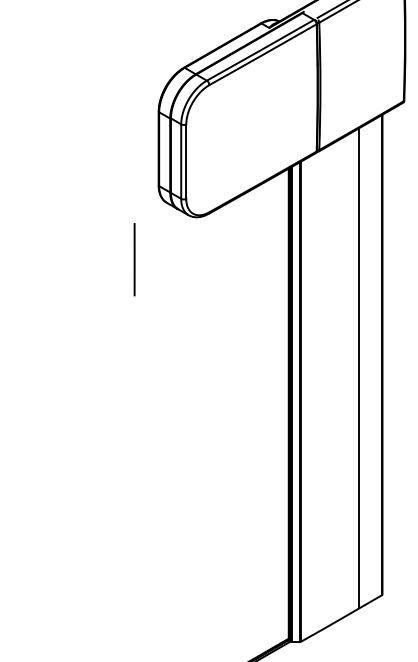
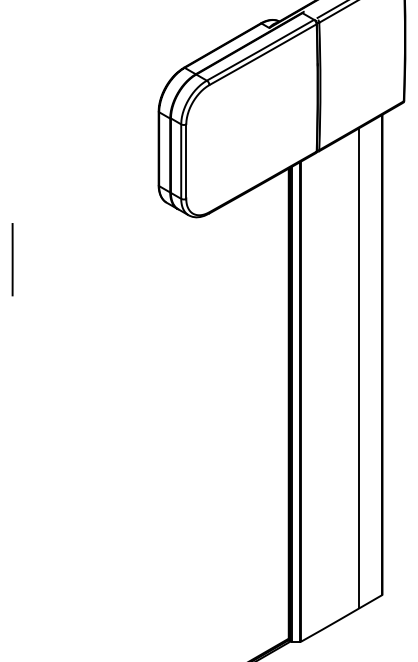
line at (134, 259) position: (134, 259) -> (12, 259)
